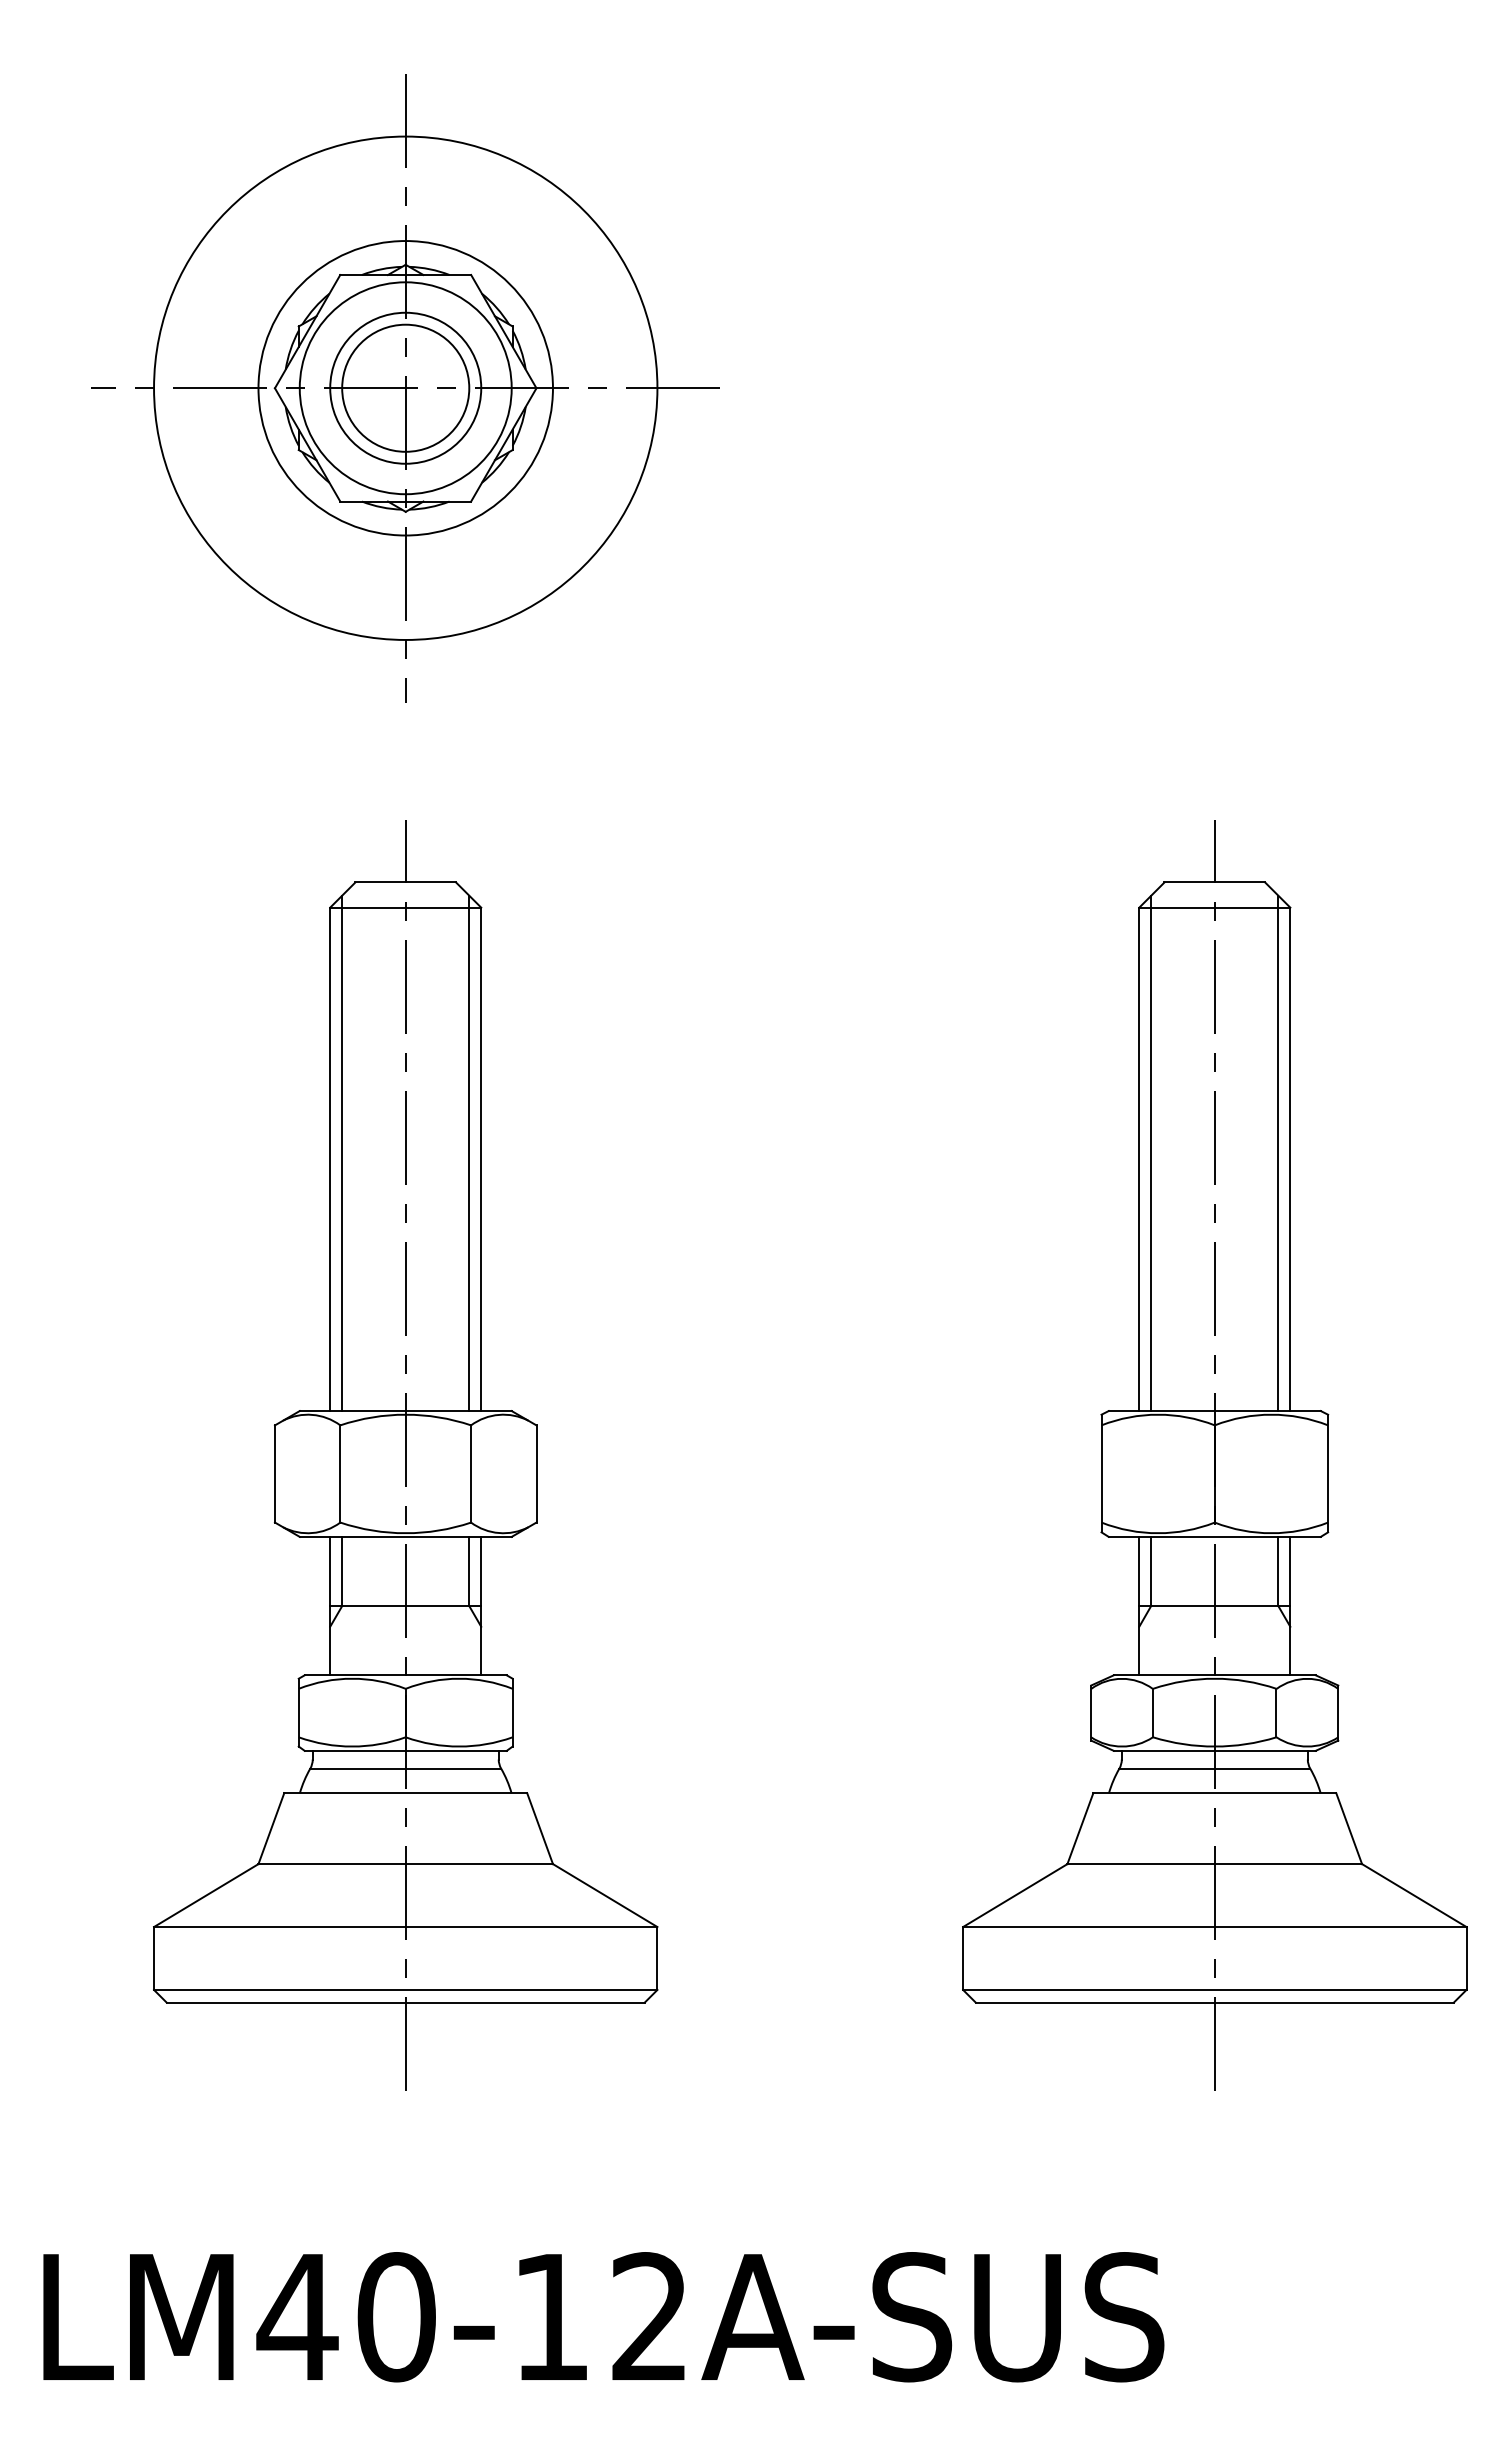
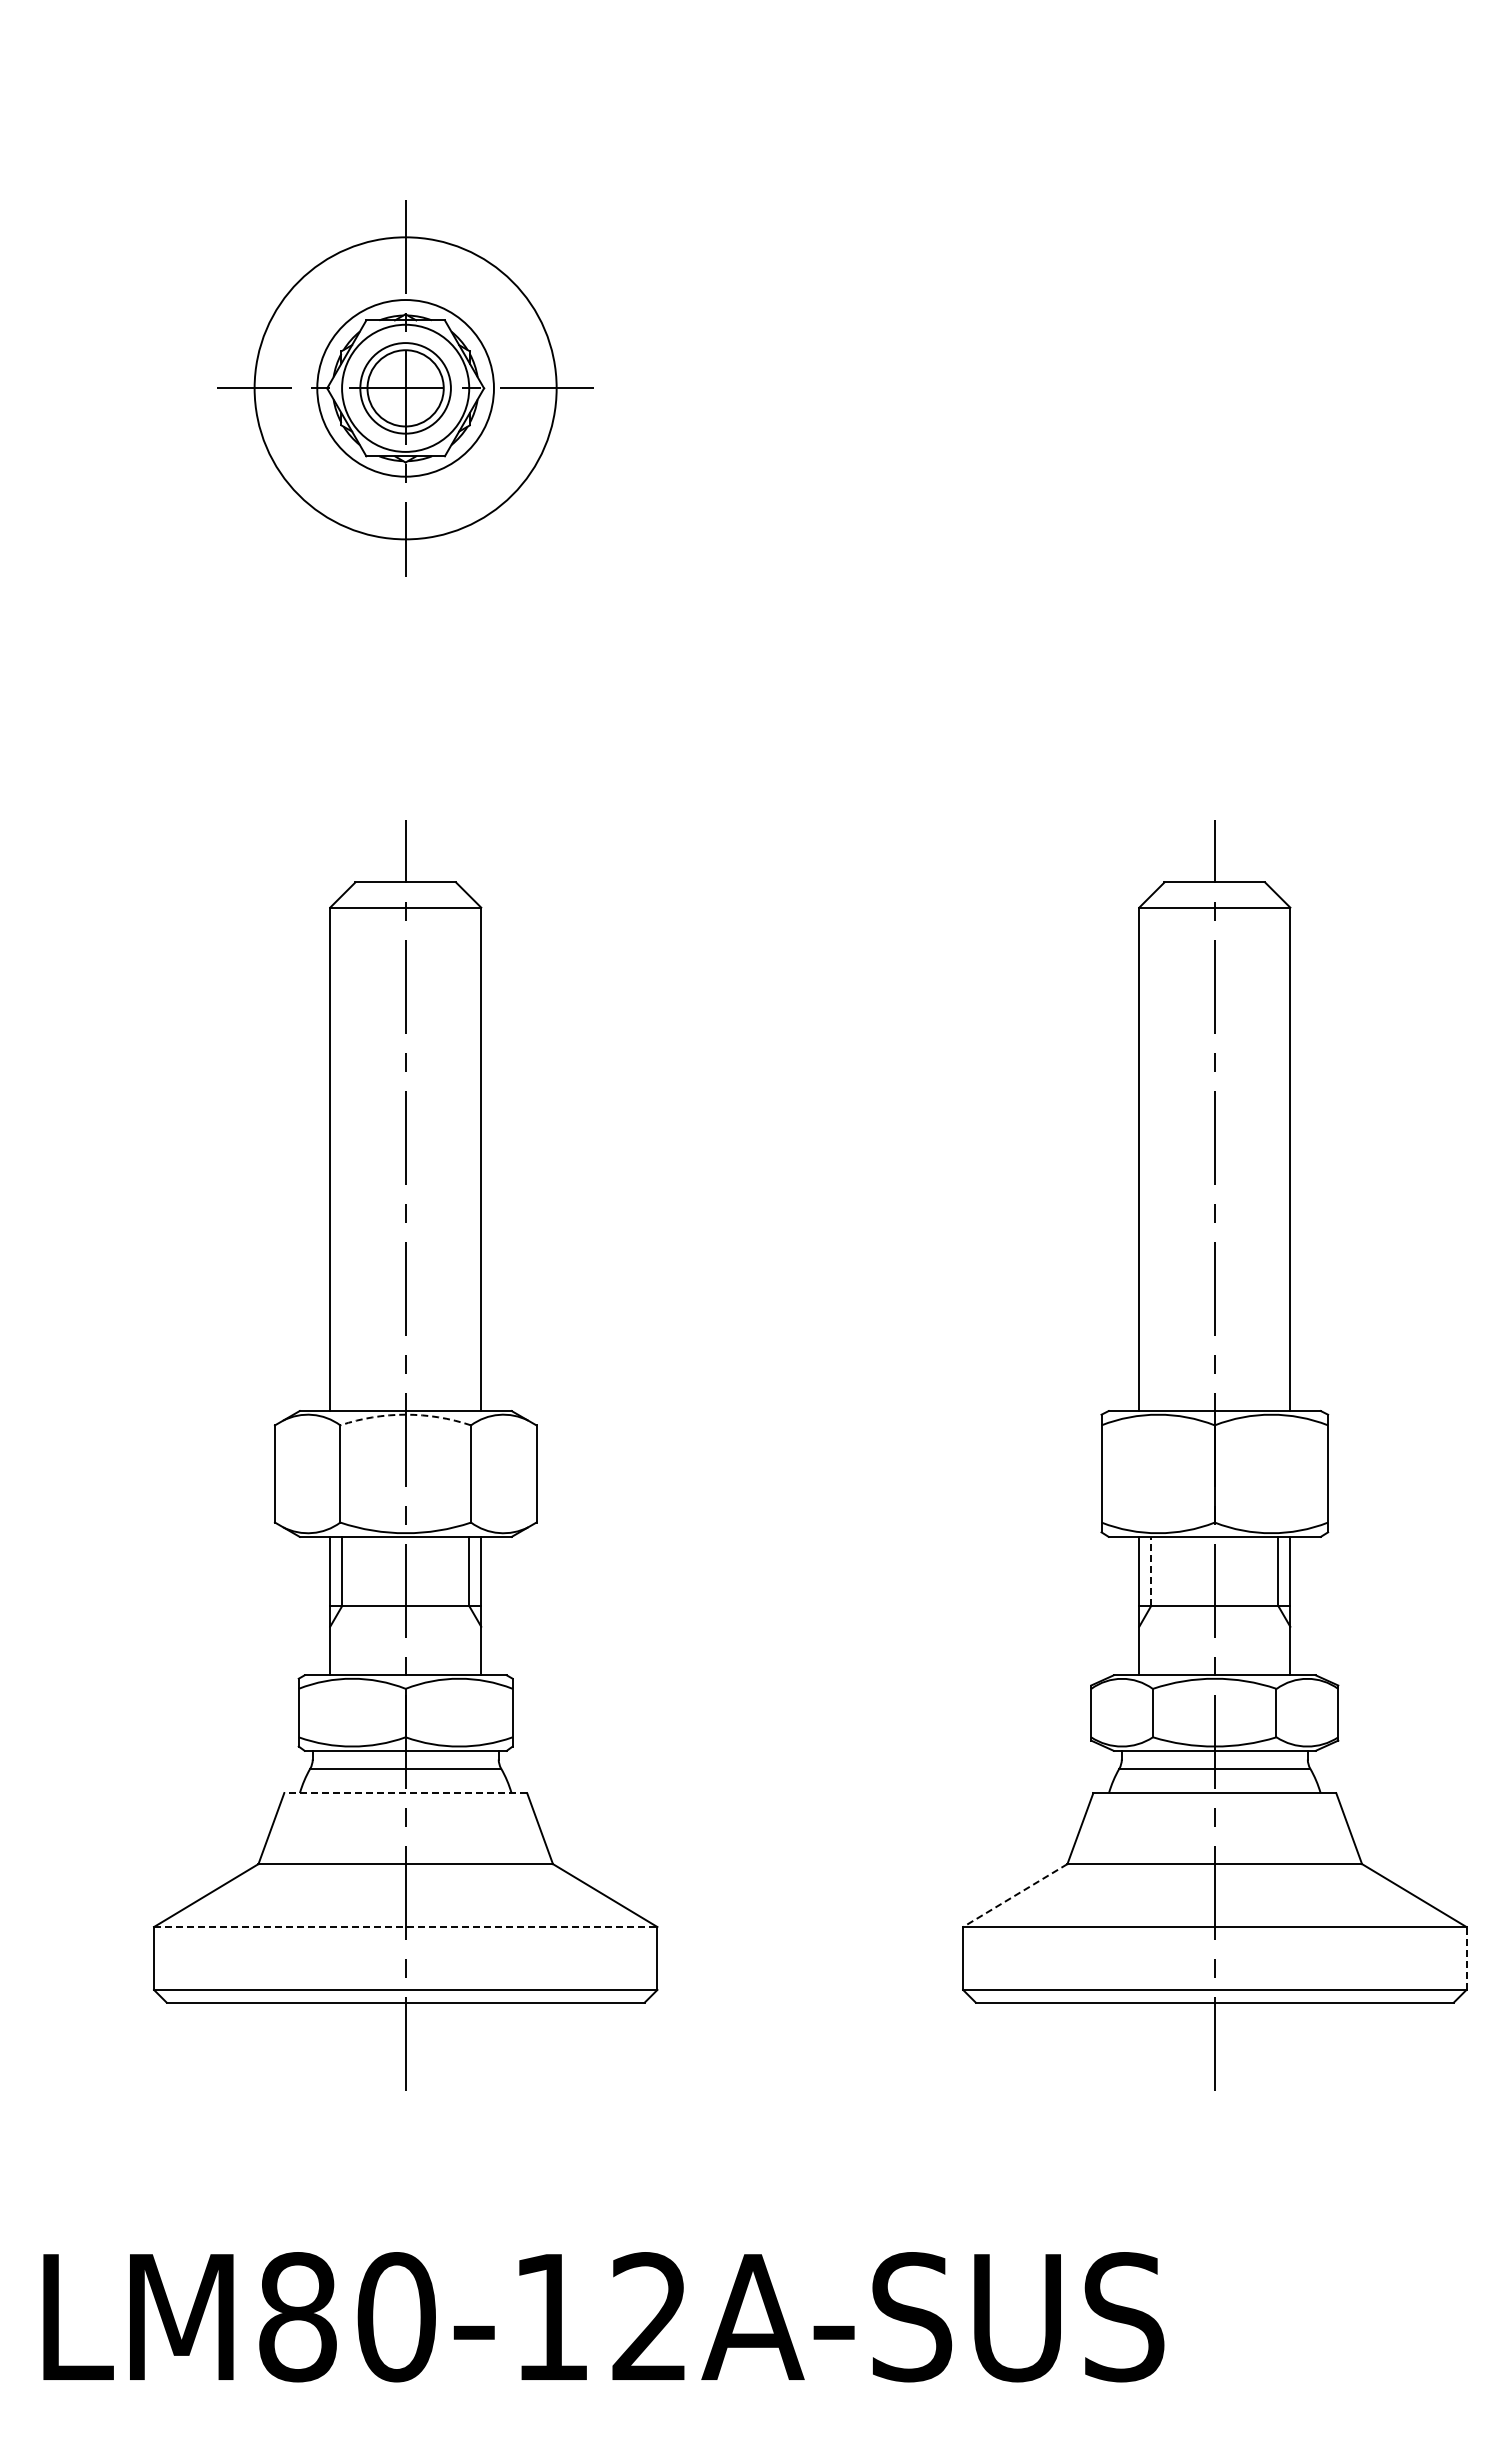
part at (405, 388) size: 629x629 px -> 377x377 px
line at (342, 1153): present -> none
line at (469, 1153): present -> none
line at (1151, 1153): present -> none
line at (1278, 1153): present -> none
arc at (405, 1414): solid -> dashed
line at (1151, 1571): solid -> dashed
line at (405, 1793): solid -> dashed
line at (1015, 1895): solid -> dashed
line at (405, 1927): solid -> dashed
line at (1466, 1957): solid -> dashed
text at (297, 2317): LM40-12A-SUS -> LM80-12A-SUS
